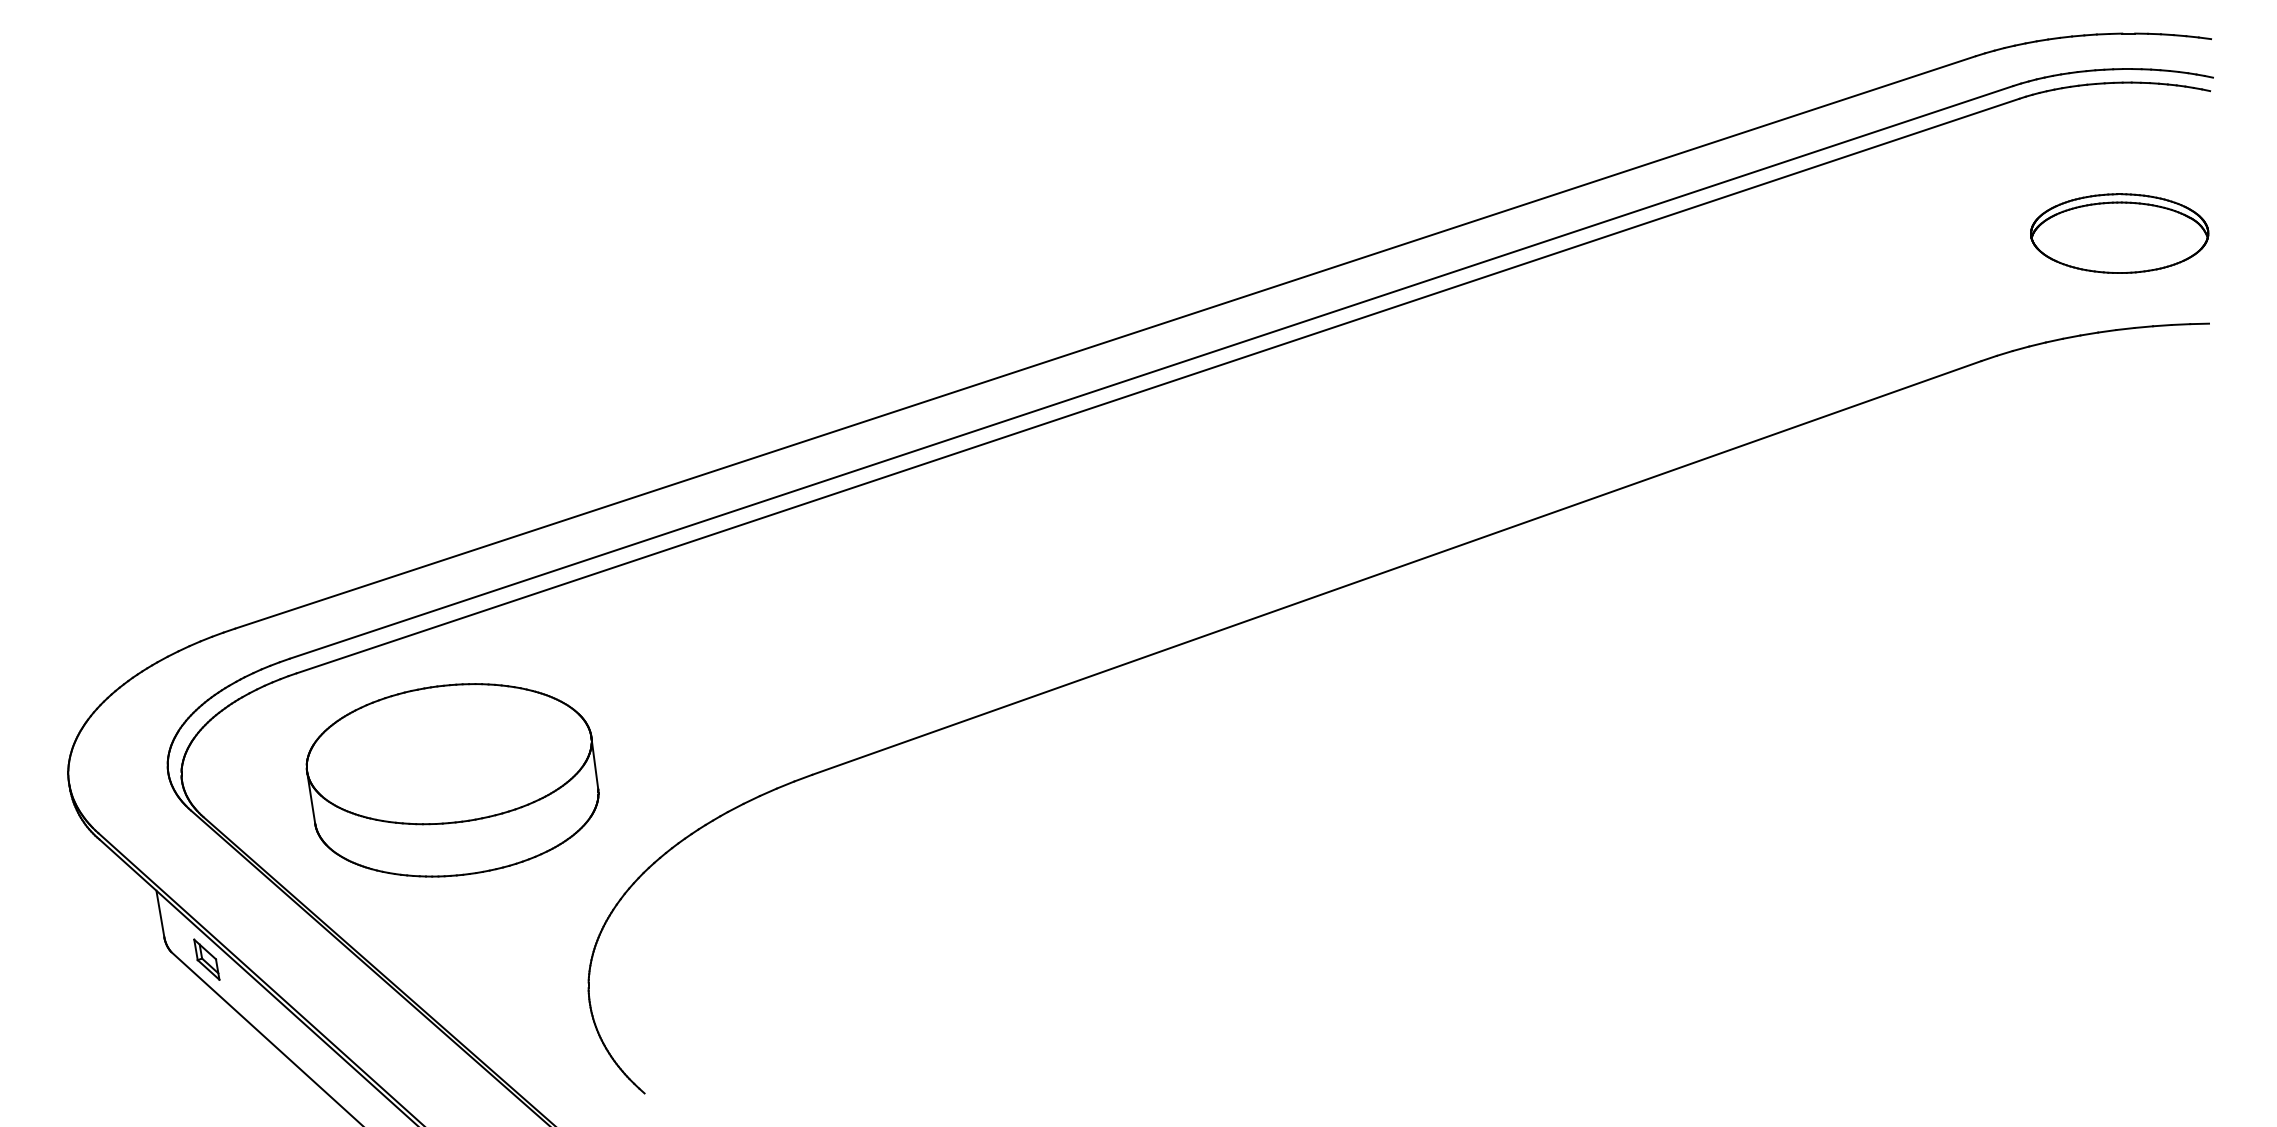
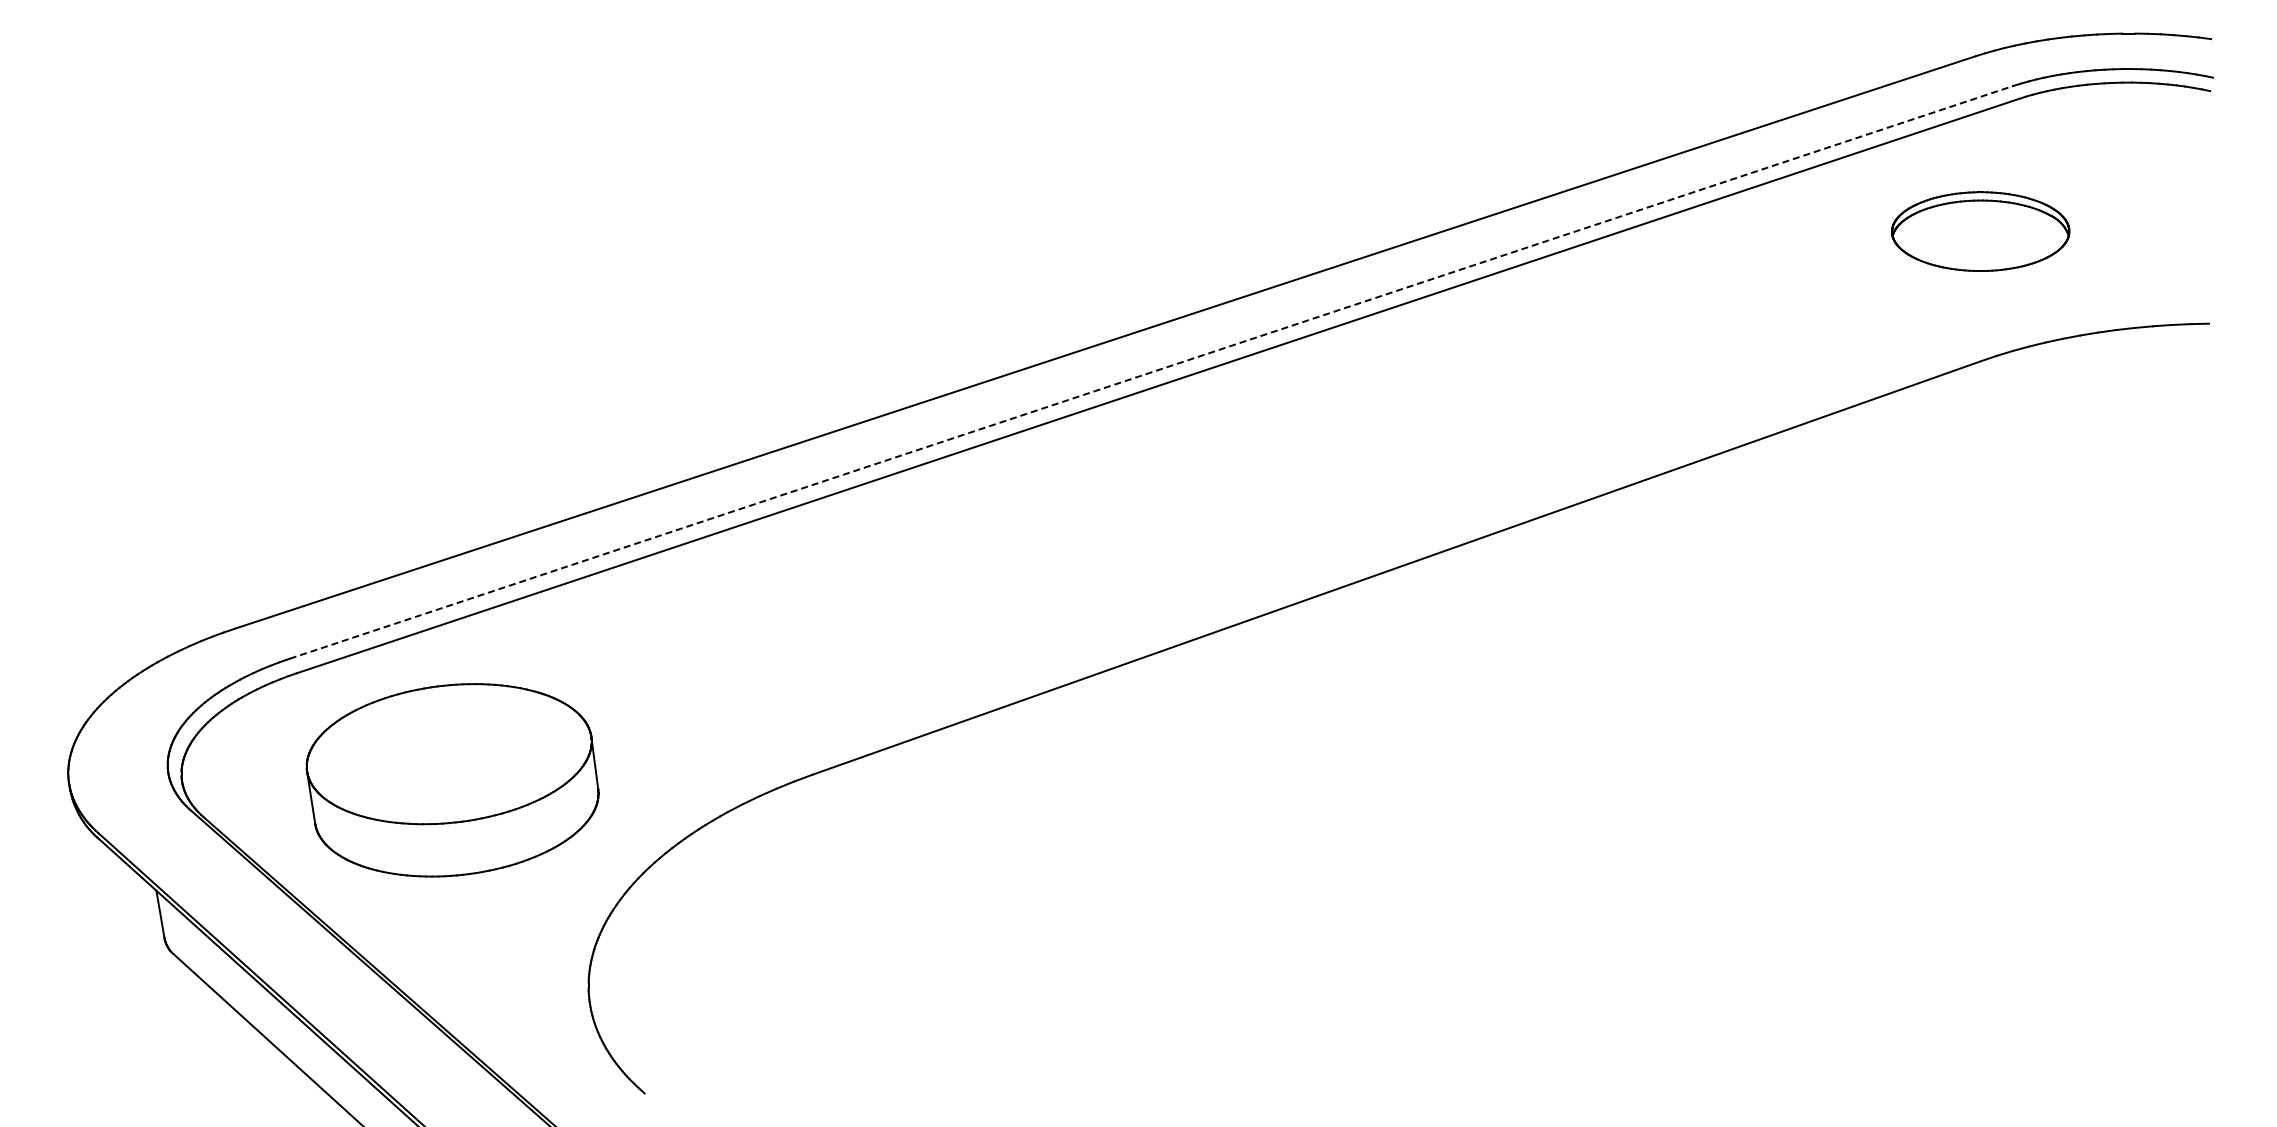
part at (2119, 233) position: (2119, 233) -> (1980, 231)
line at (1151, 372): solid -> dashed
part at (206, 959): present -> none
